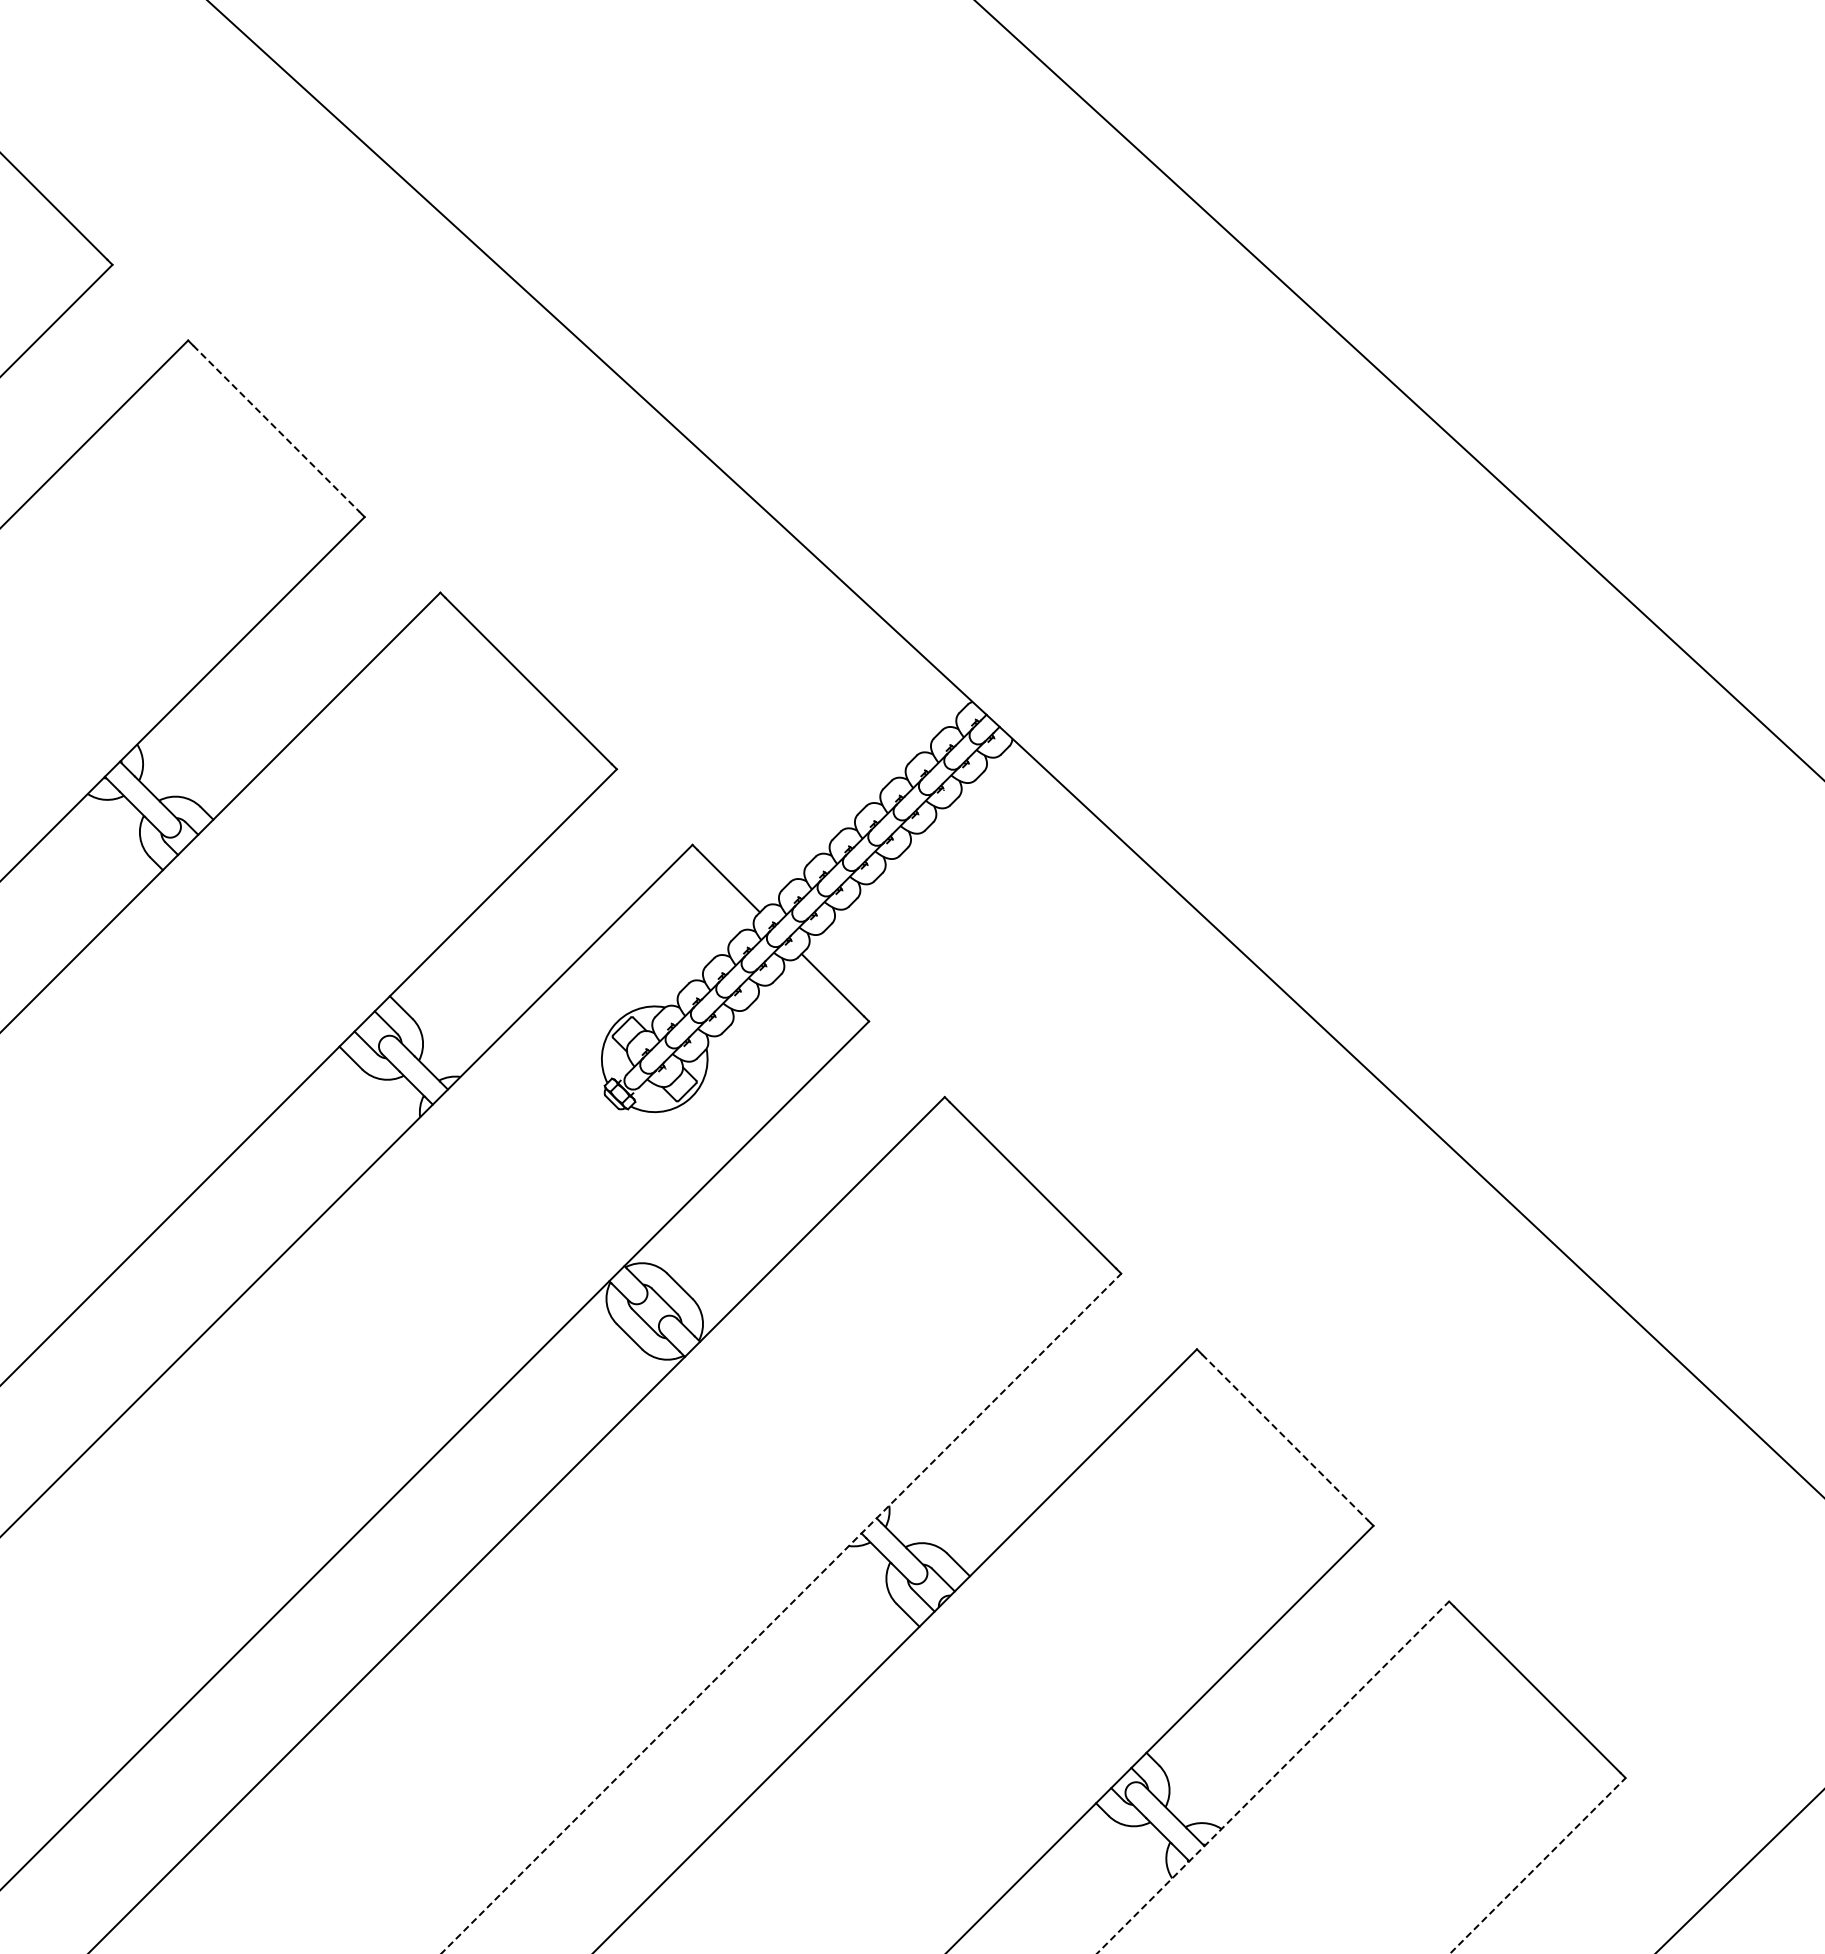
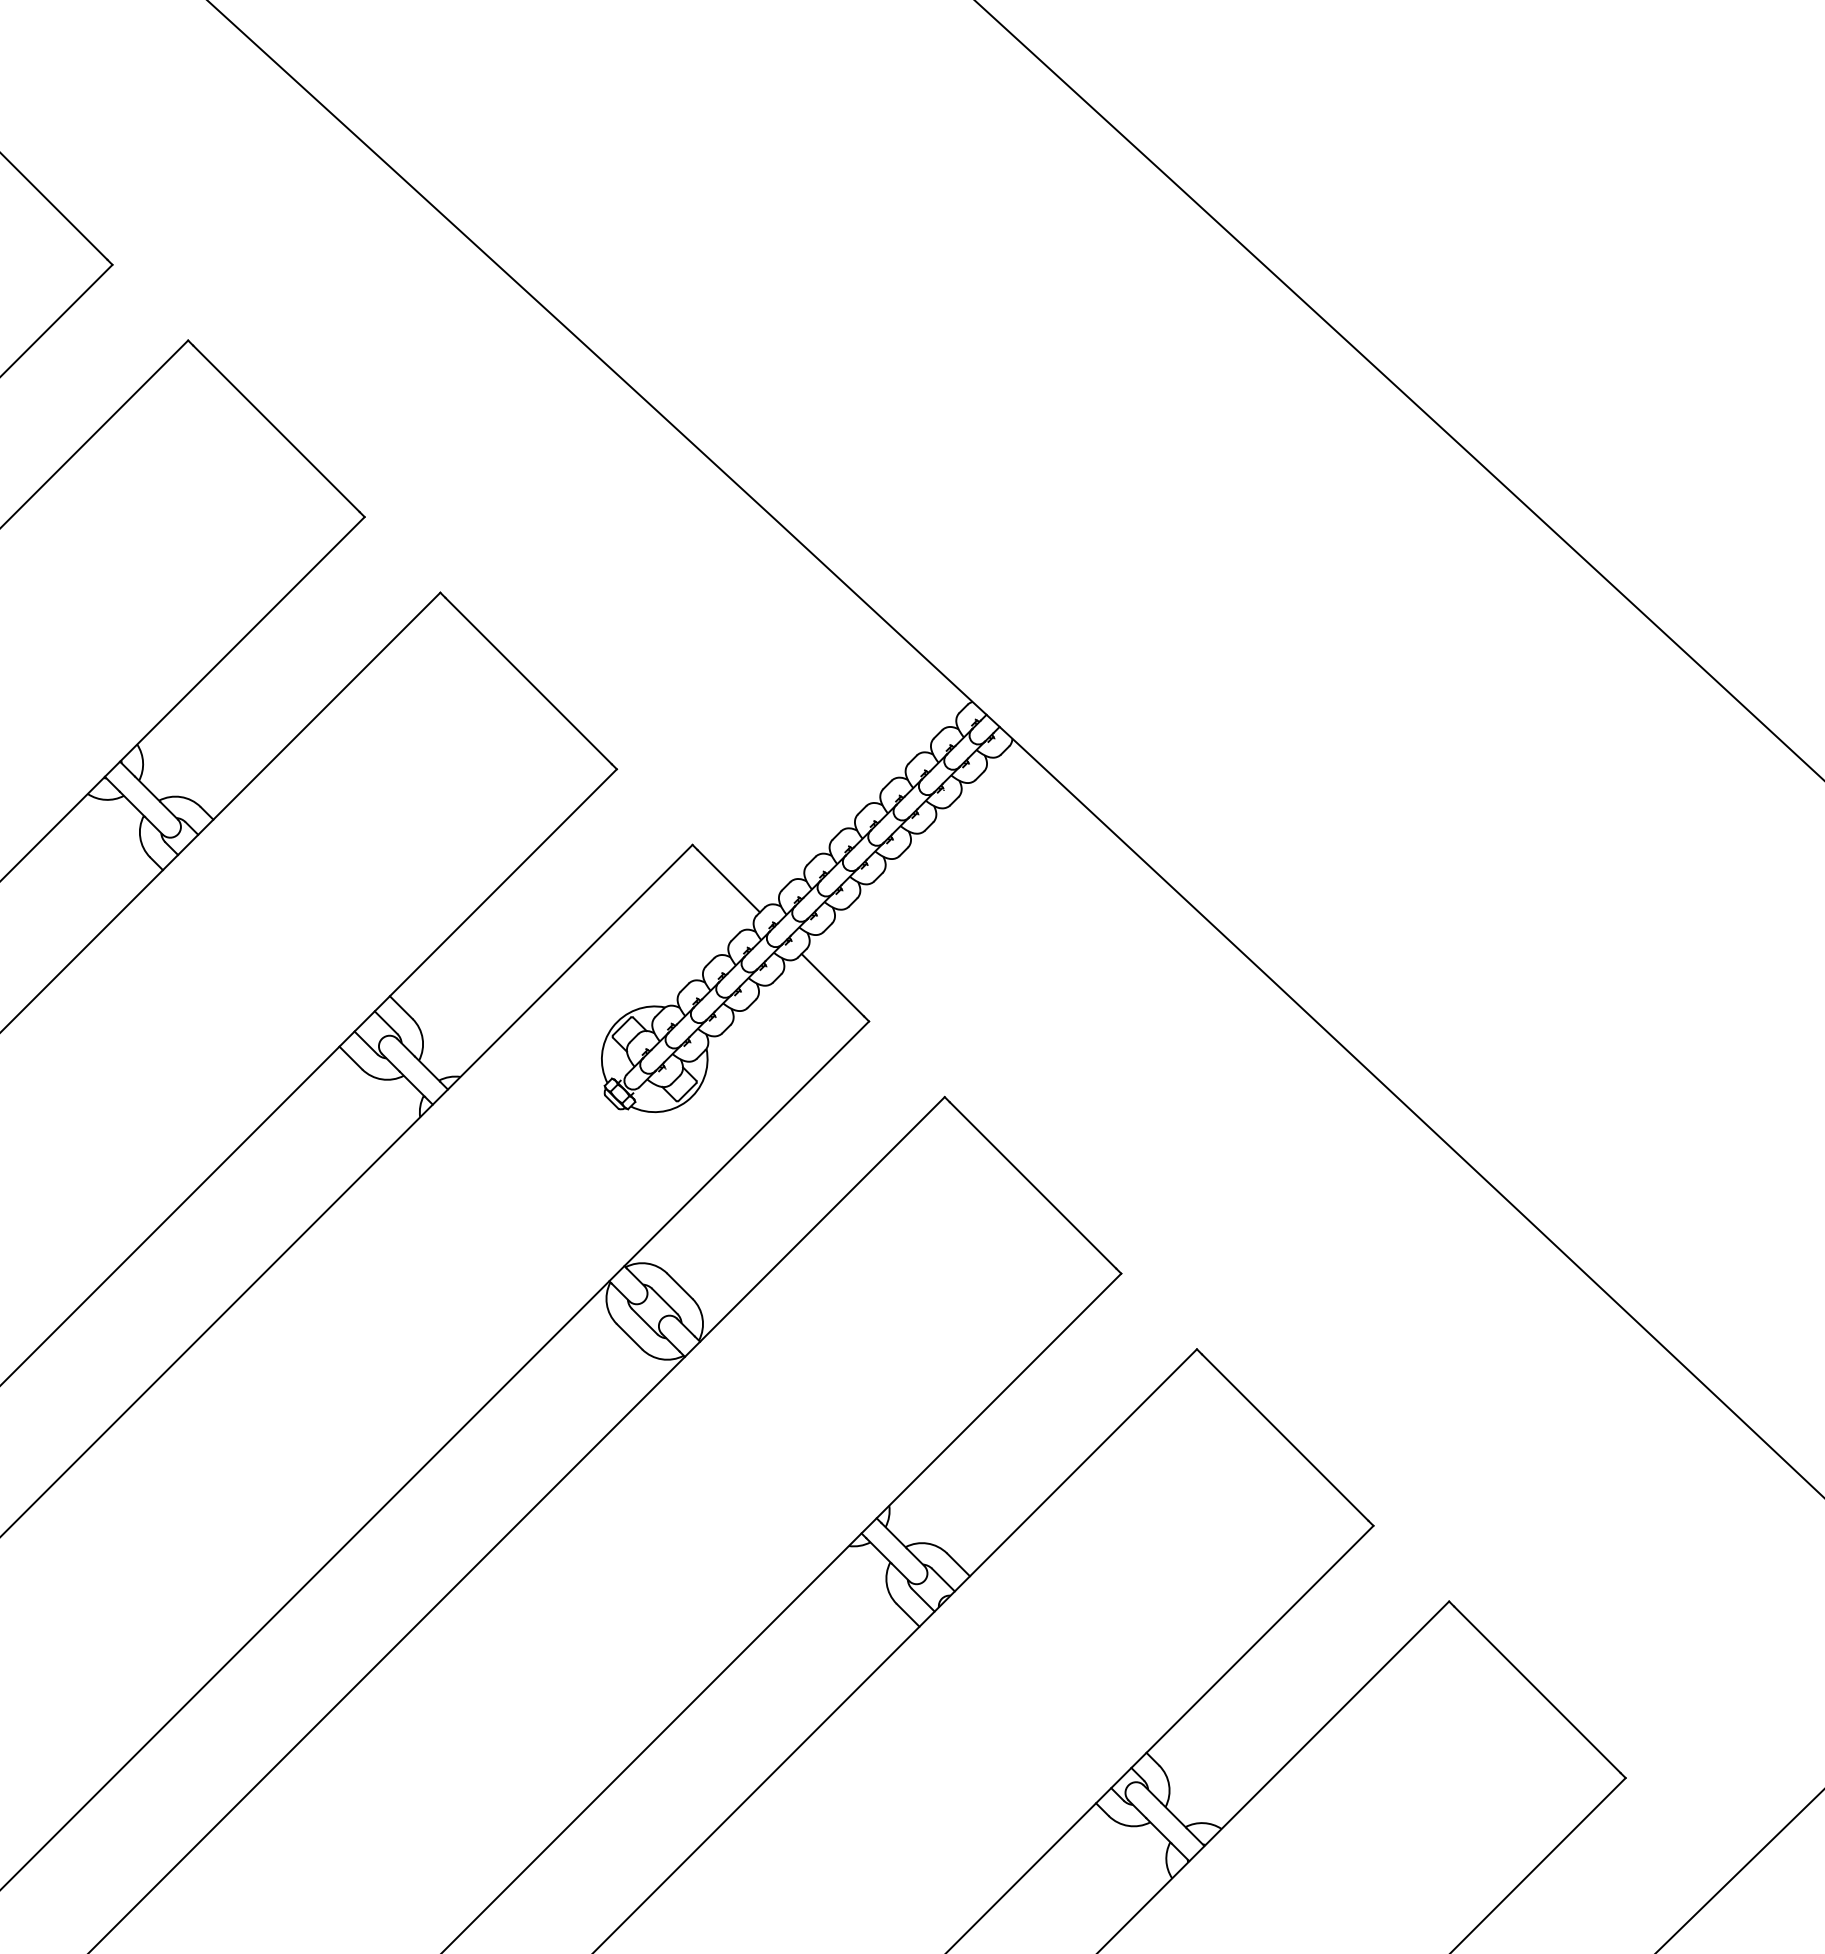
line at (276, 428): dashed -> solid
line at (1285, 1437): dashed -> solid
line at (781, 1613): dashed -> solid
line at (1273, 1777): dashed -> solid
line at (1538, 1865): dashed -> solid
